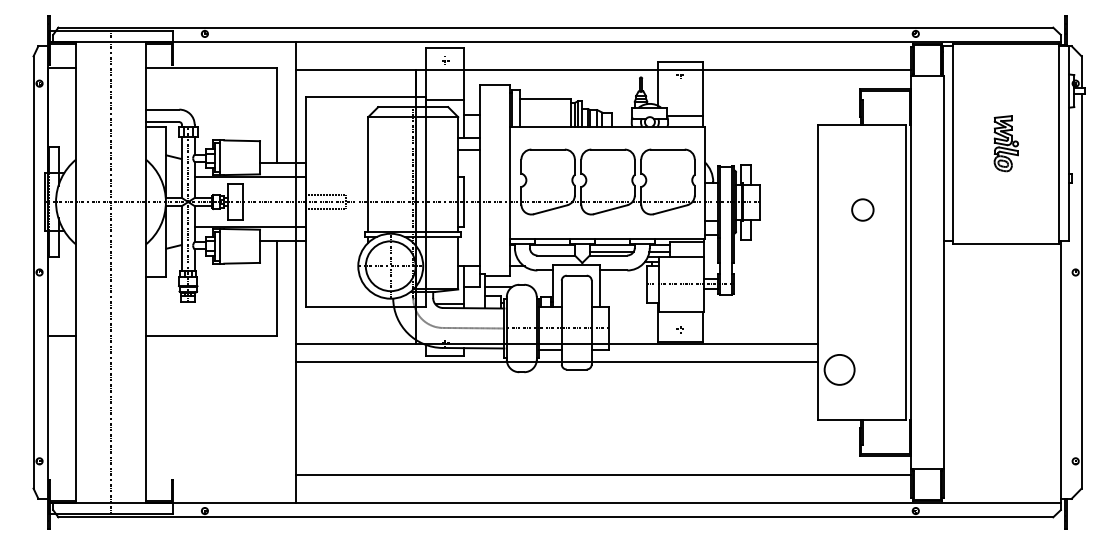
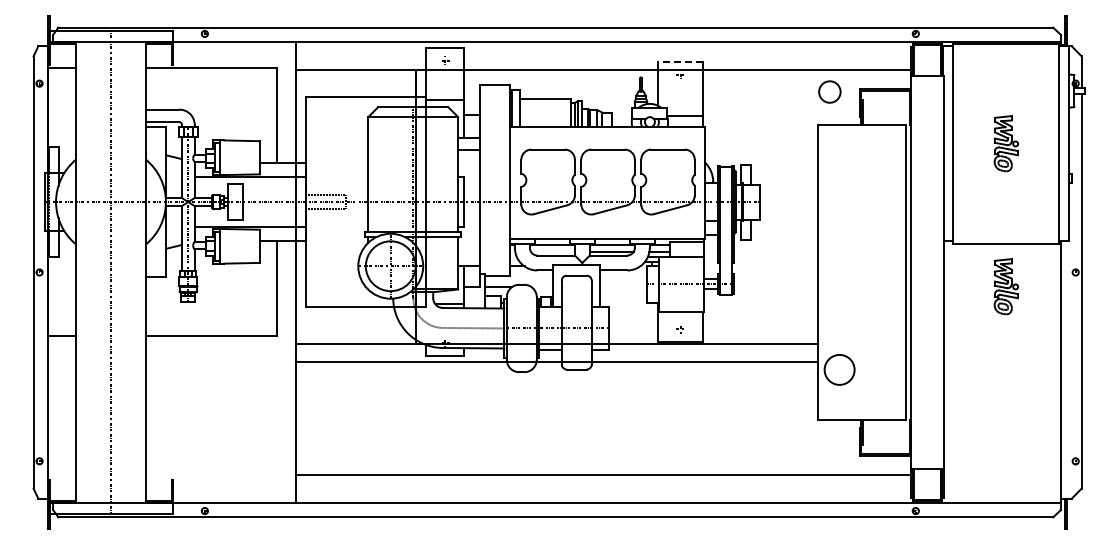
line at (680, 62): solid -> dashed
circle at (862, 209) position: (862, 209) -> (829, 91)
part at (1005, 286): none -> present
